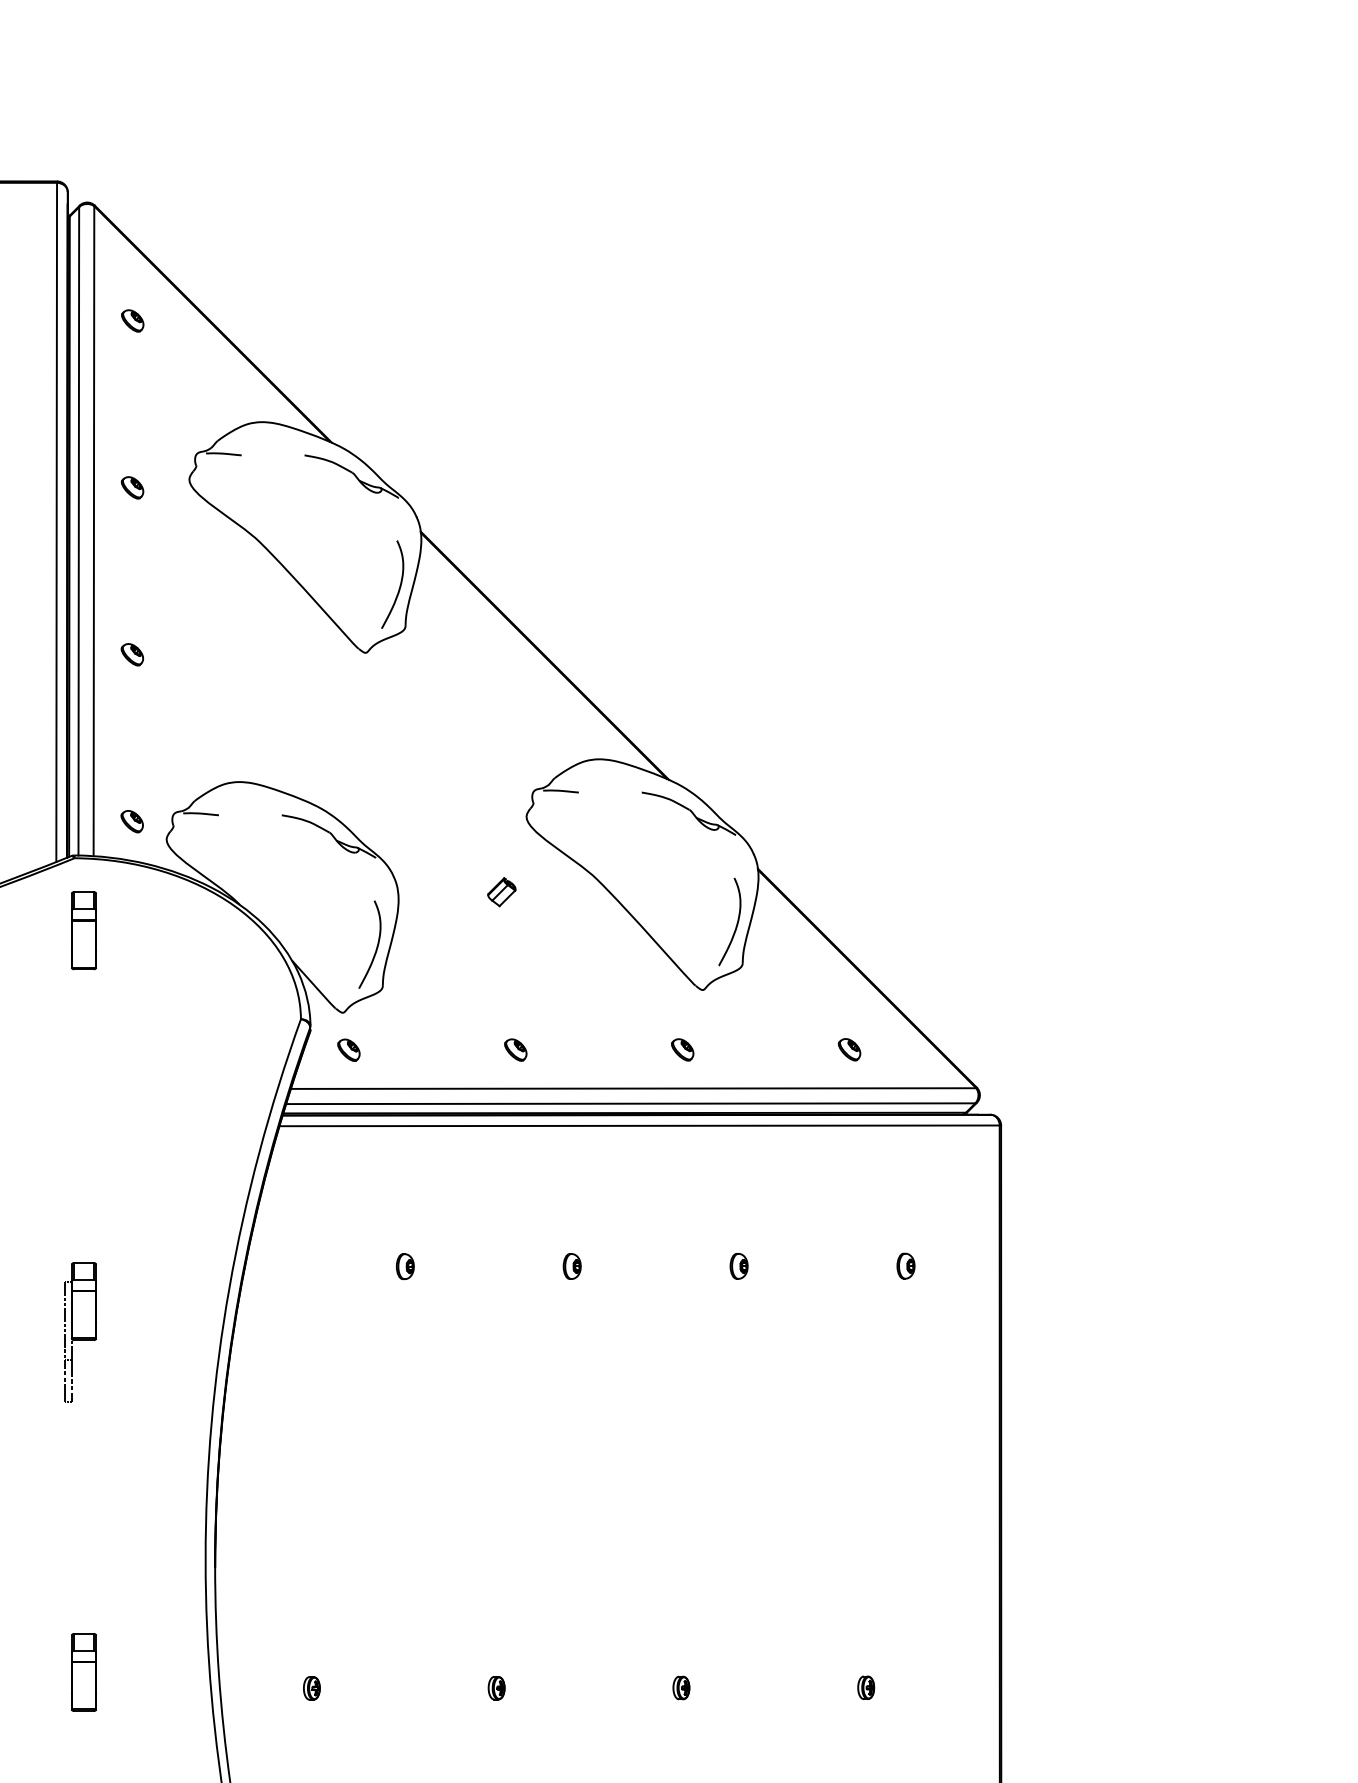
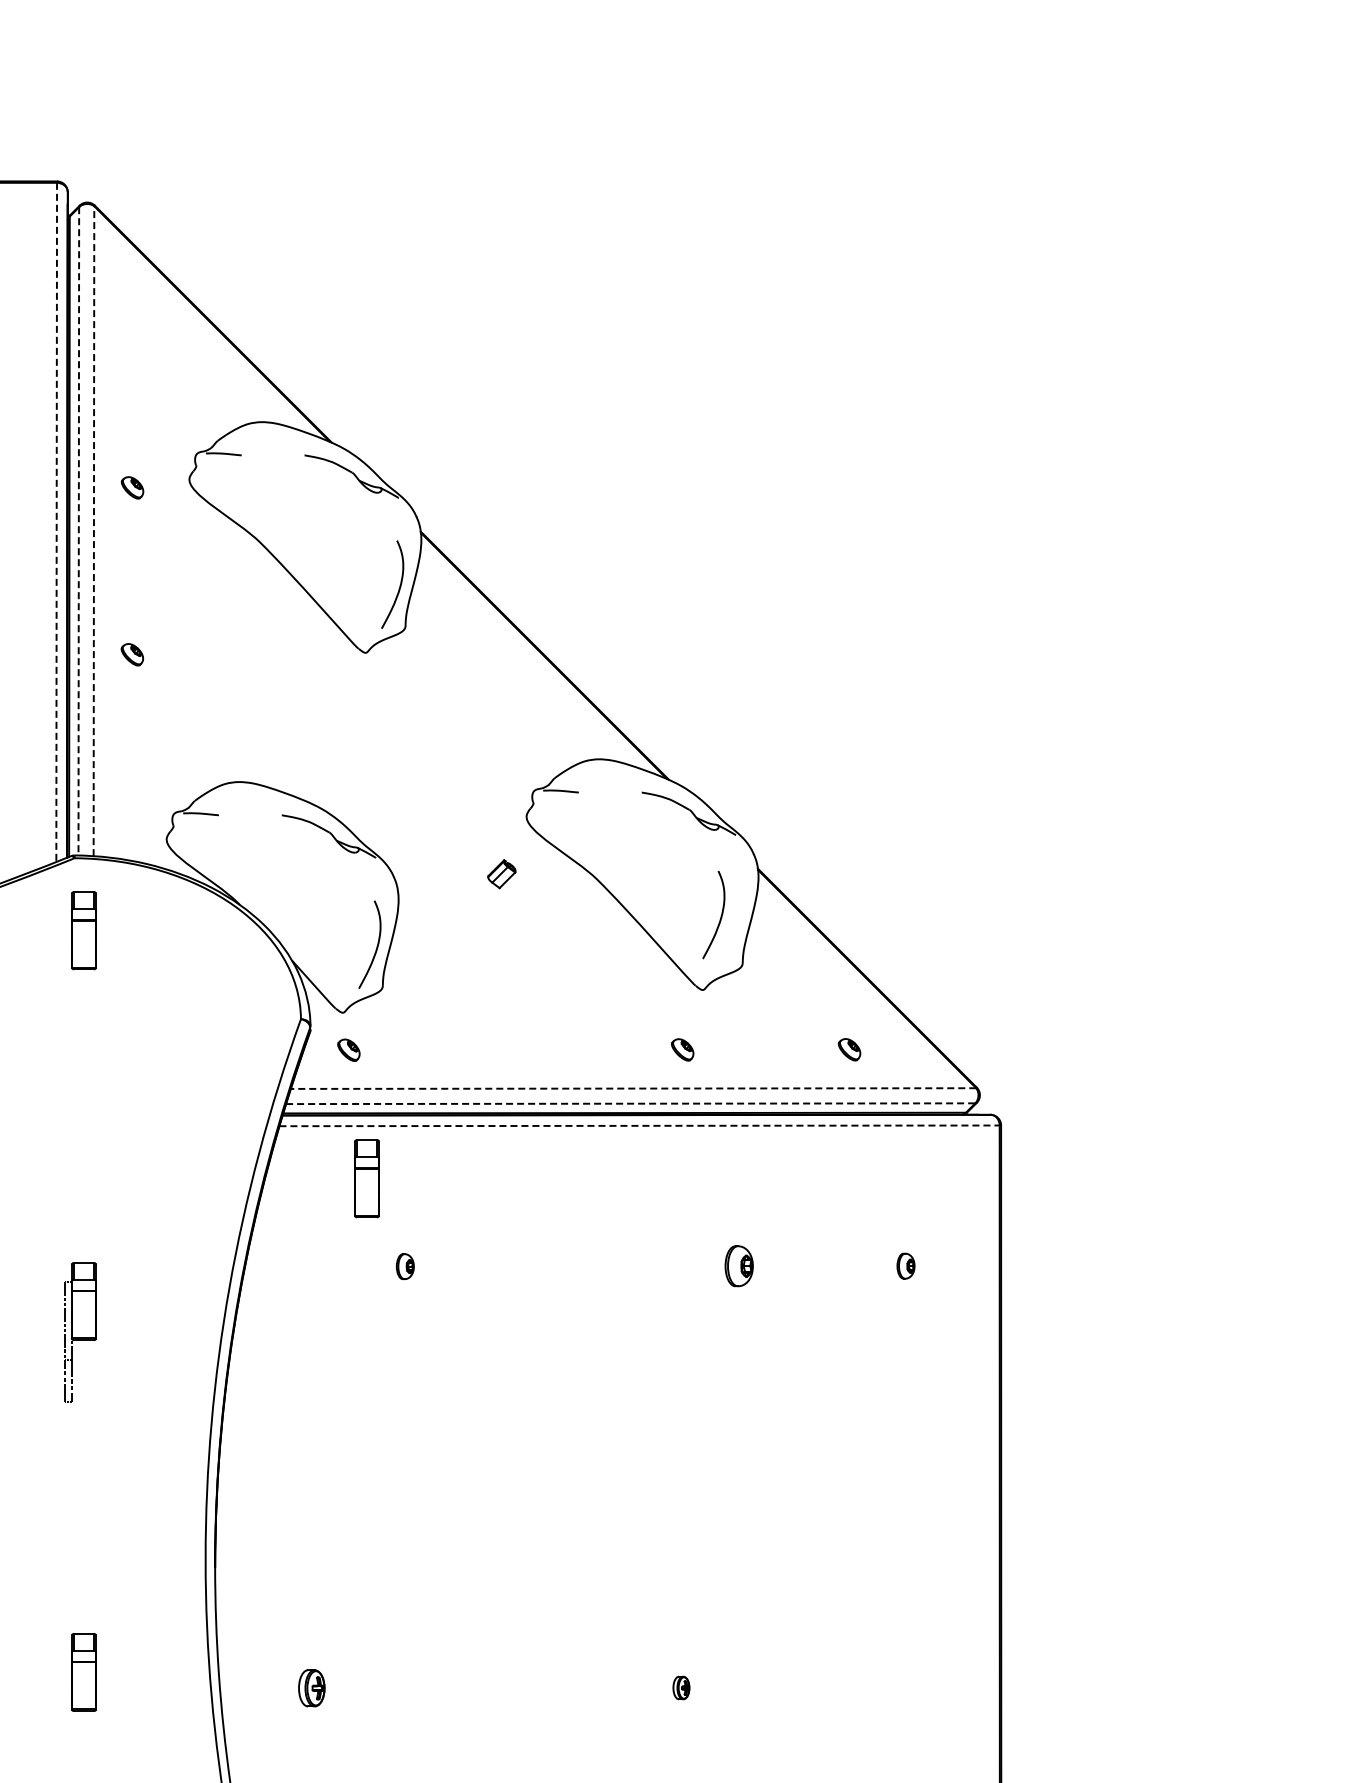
part at (132, 320): present -> none
line at (56, 522): solid -> dashed
line at (78, 531): solid -> dashed
line at (93, 531): solid -> dashed
part at (131, 821): present -> none
part at (501, 892) position: (501, 892) -> (501, 874)
part at (736, 923) position: (736, 923) -> (720, 916)
part at (515, 1049): present -> none
line at (633, 1088): solid -> dashed
line at (630, 1103): solid -> dashed
line at (640, 1125): solid -> dashed
part at (366, 1178): none -> present
part at (571, 1266): present -> none
part at (738, 1266) size: 20x27 px -> 30x43 px
part at (866, 1687): present -> none
part at (311, 1688) size: 18x25 px -> 28x39 px
part at (496, 1688): present -> none
